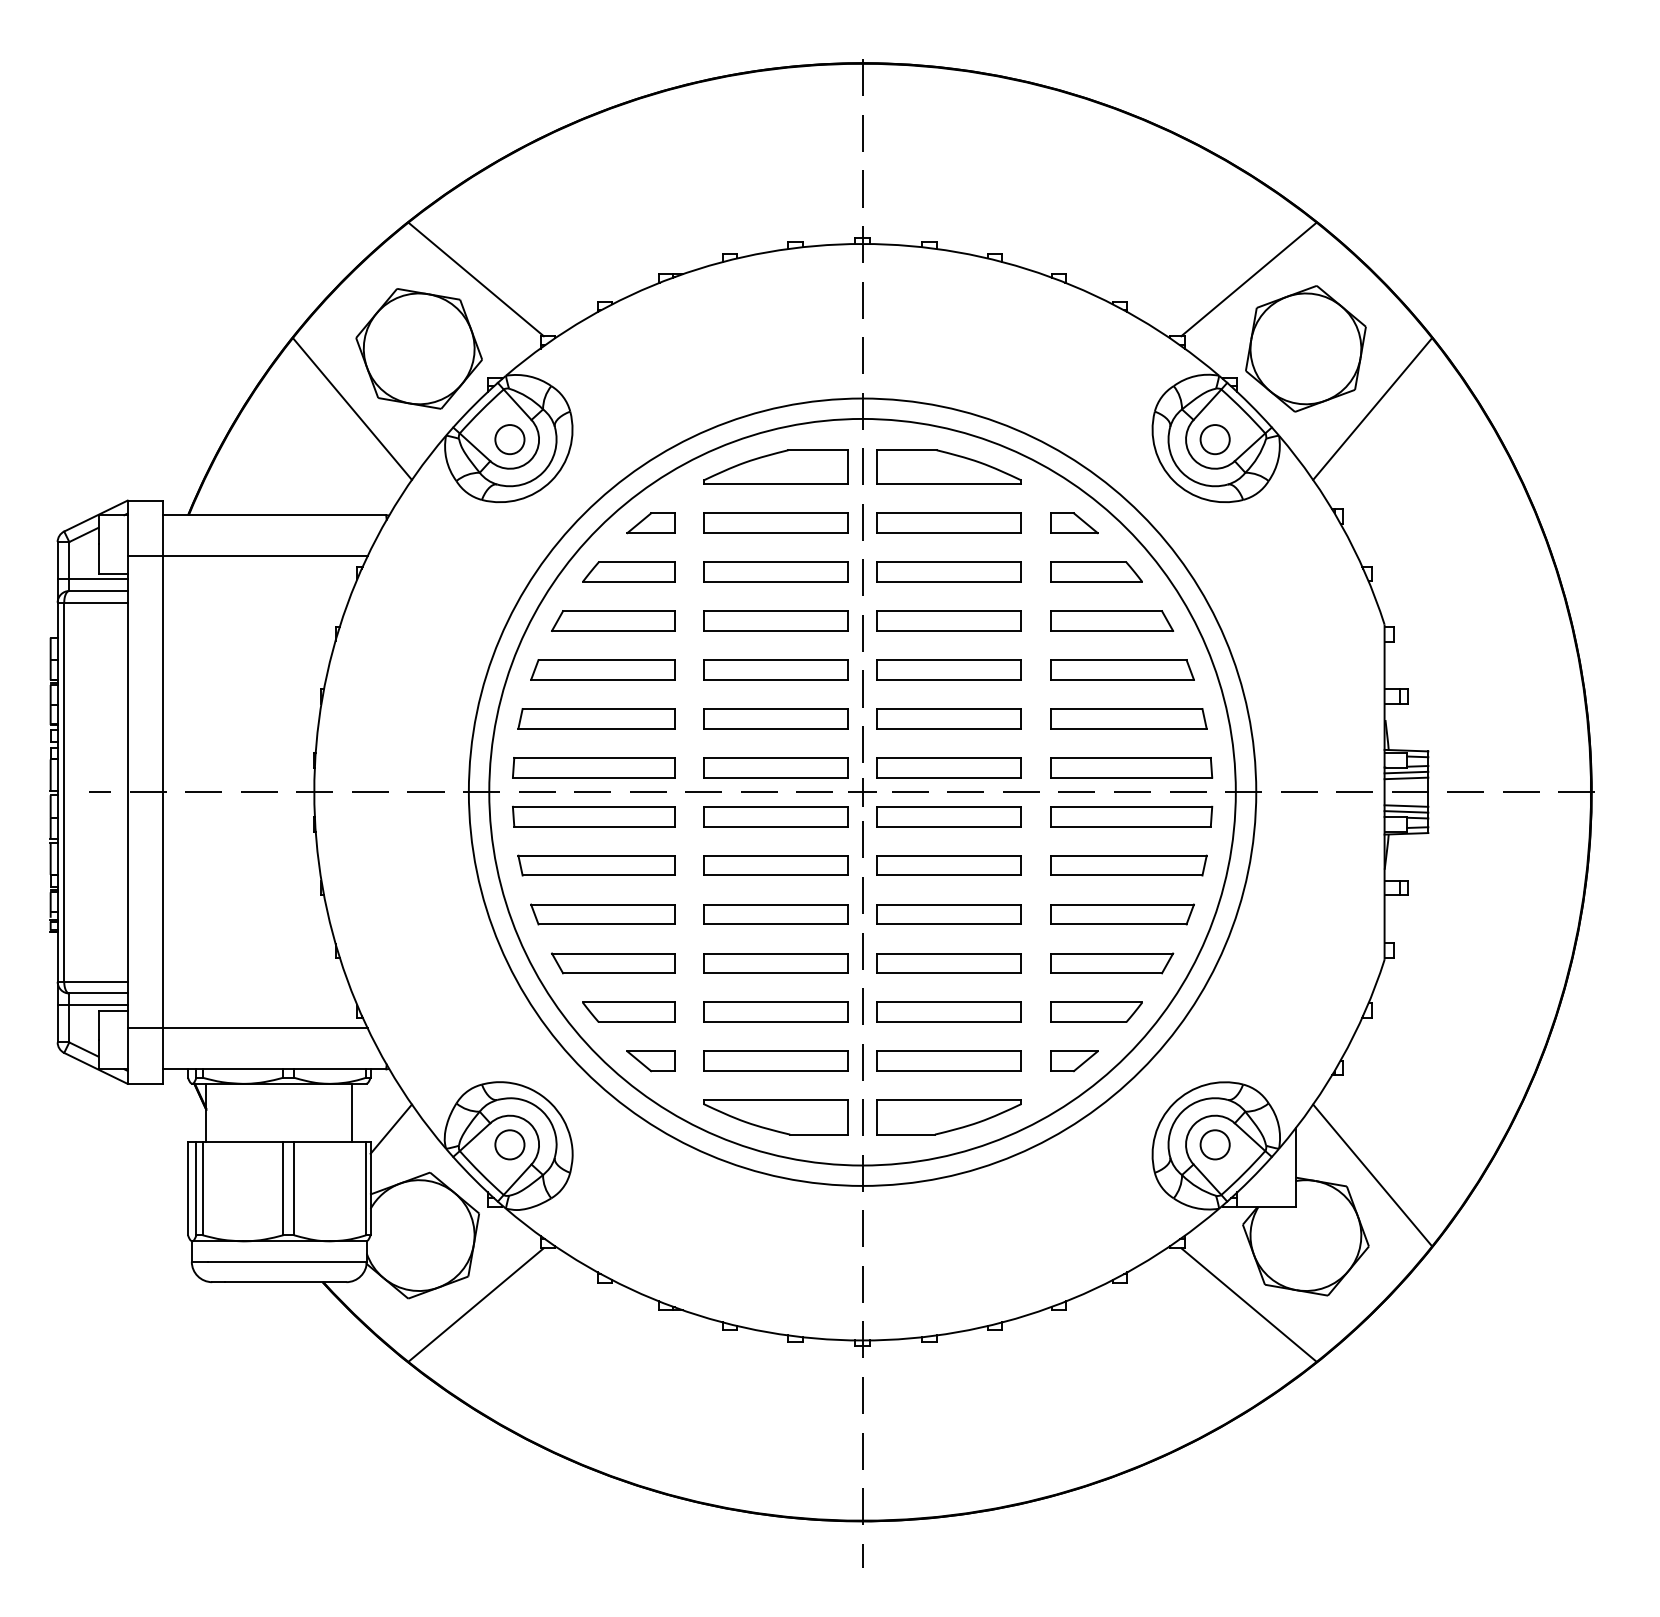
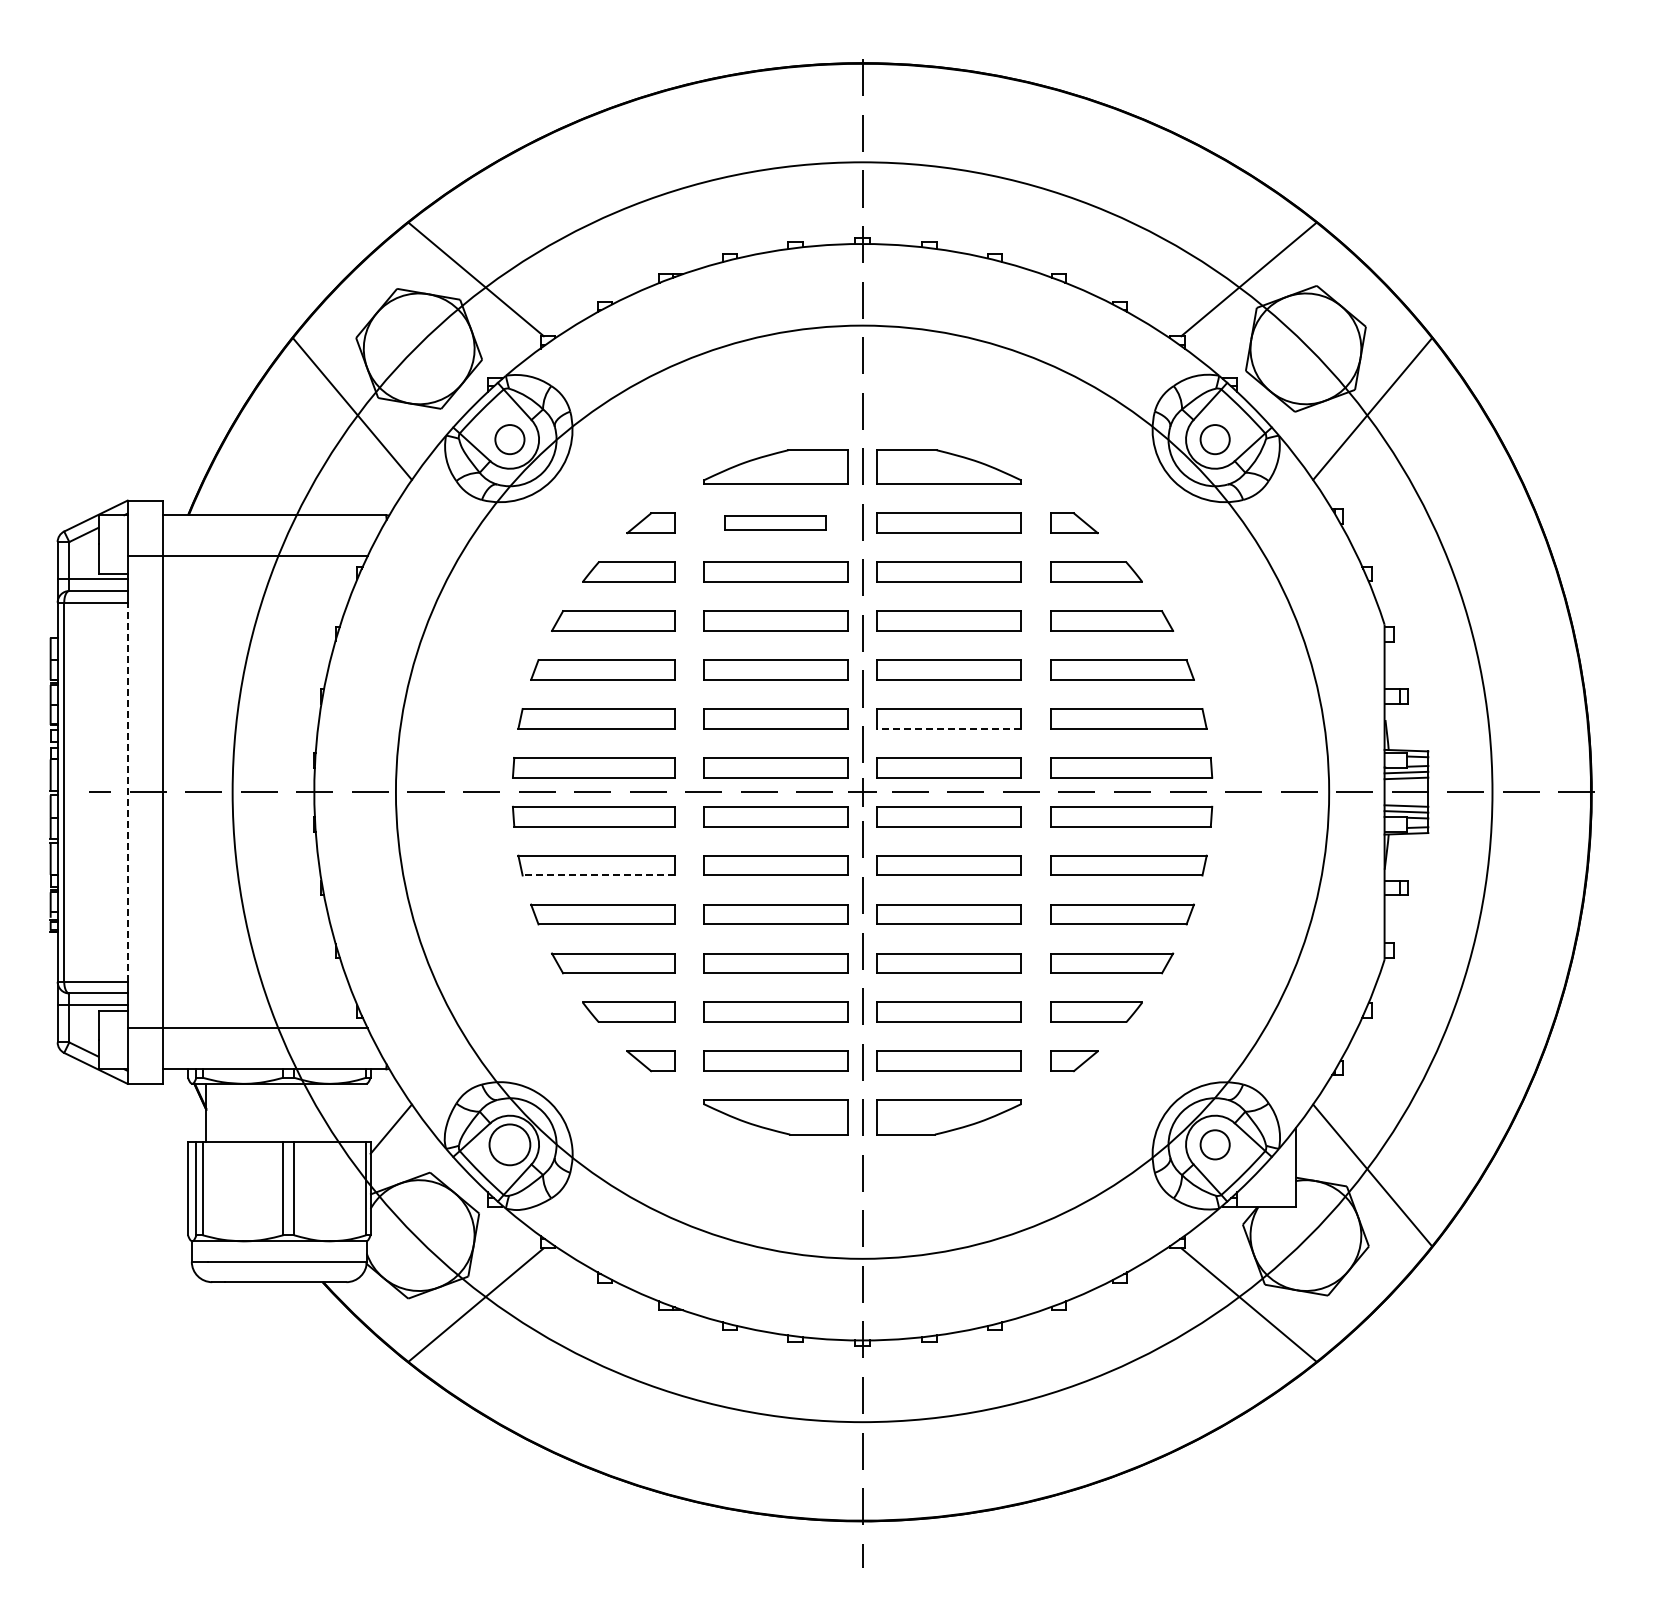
part at (775, 522) size: 146x22 px -> 103x16 px
line at (948, 728): solid -> dashed
circle at (862, 791) diameter: 747 px -> 933 px
circle at (862, 791) diameter: 787 px -> 1260 px
line at (127, 792): solid -> dashed
line at (598, 875): solid -> dashed
line at (352, 1112): present -> none
circle at (509, 1144) diameter: 29 px -> 41 px
